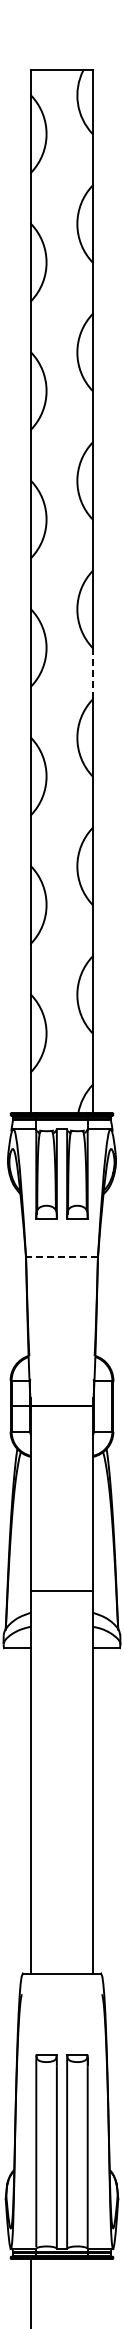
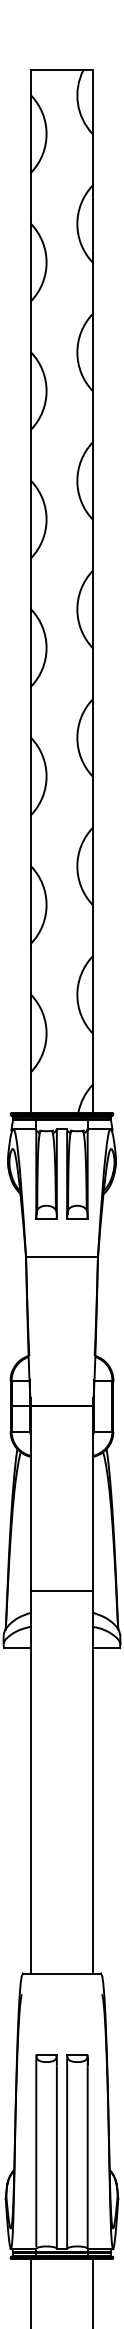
line at (92, 673): dashed -> solid
line at (62, 1257): dashed -> solid
line at (92, 2292): none -> present
